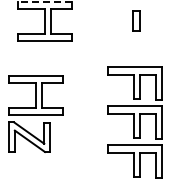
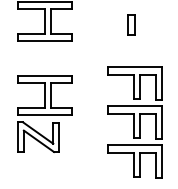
line at (44, 1): dashed -> solid
part at (136, 20) position: (136, 20) -> (131, 24)
part at (35, 113) position: (35, 113) -> (44, 113)
